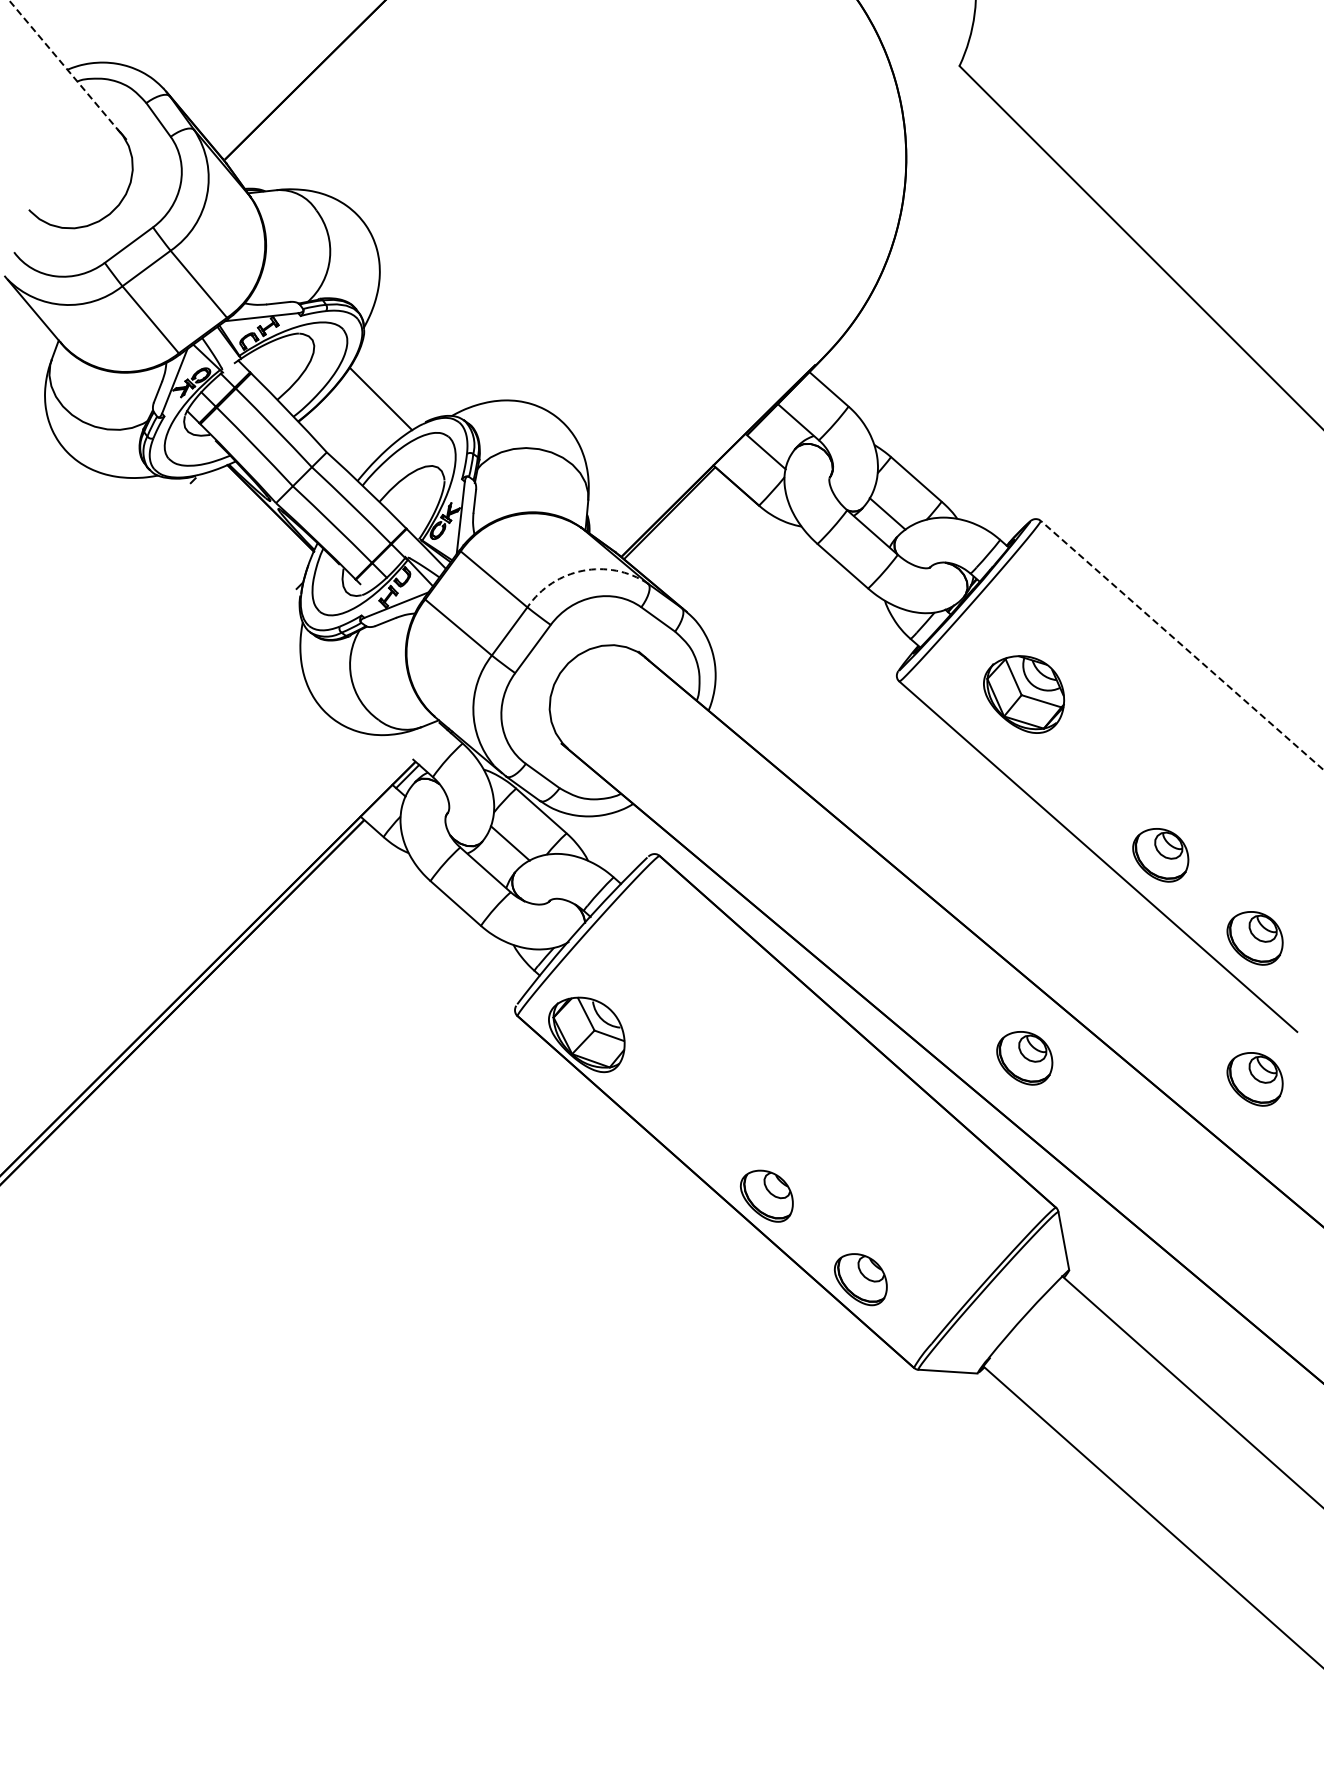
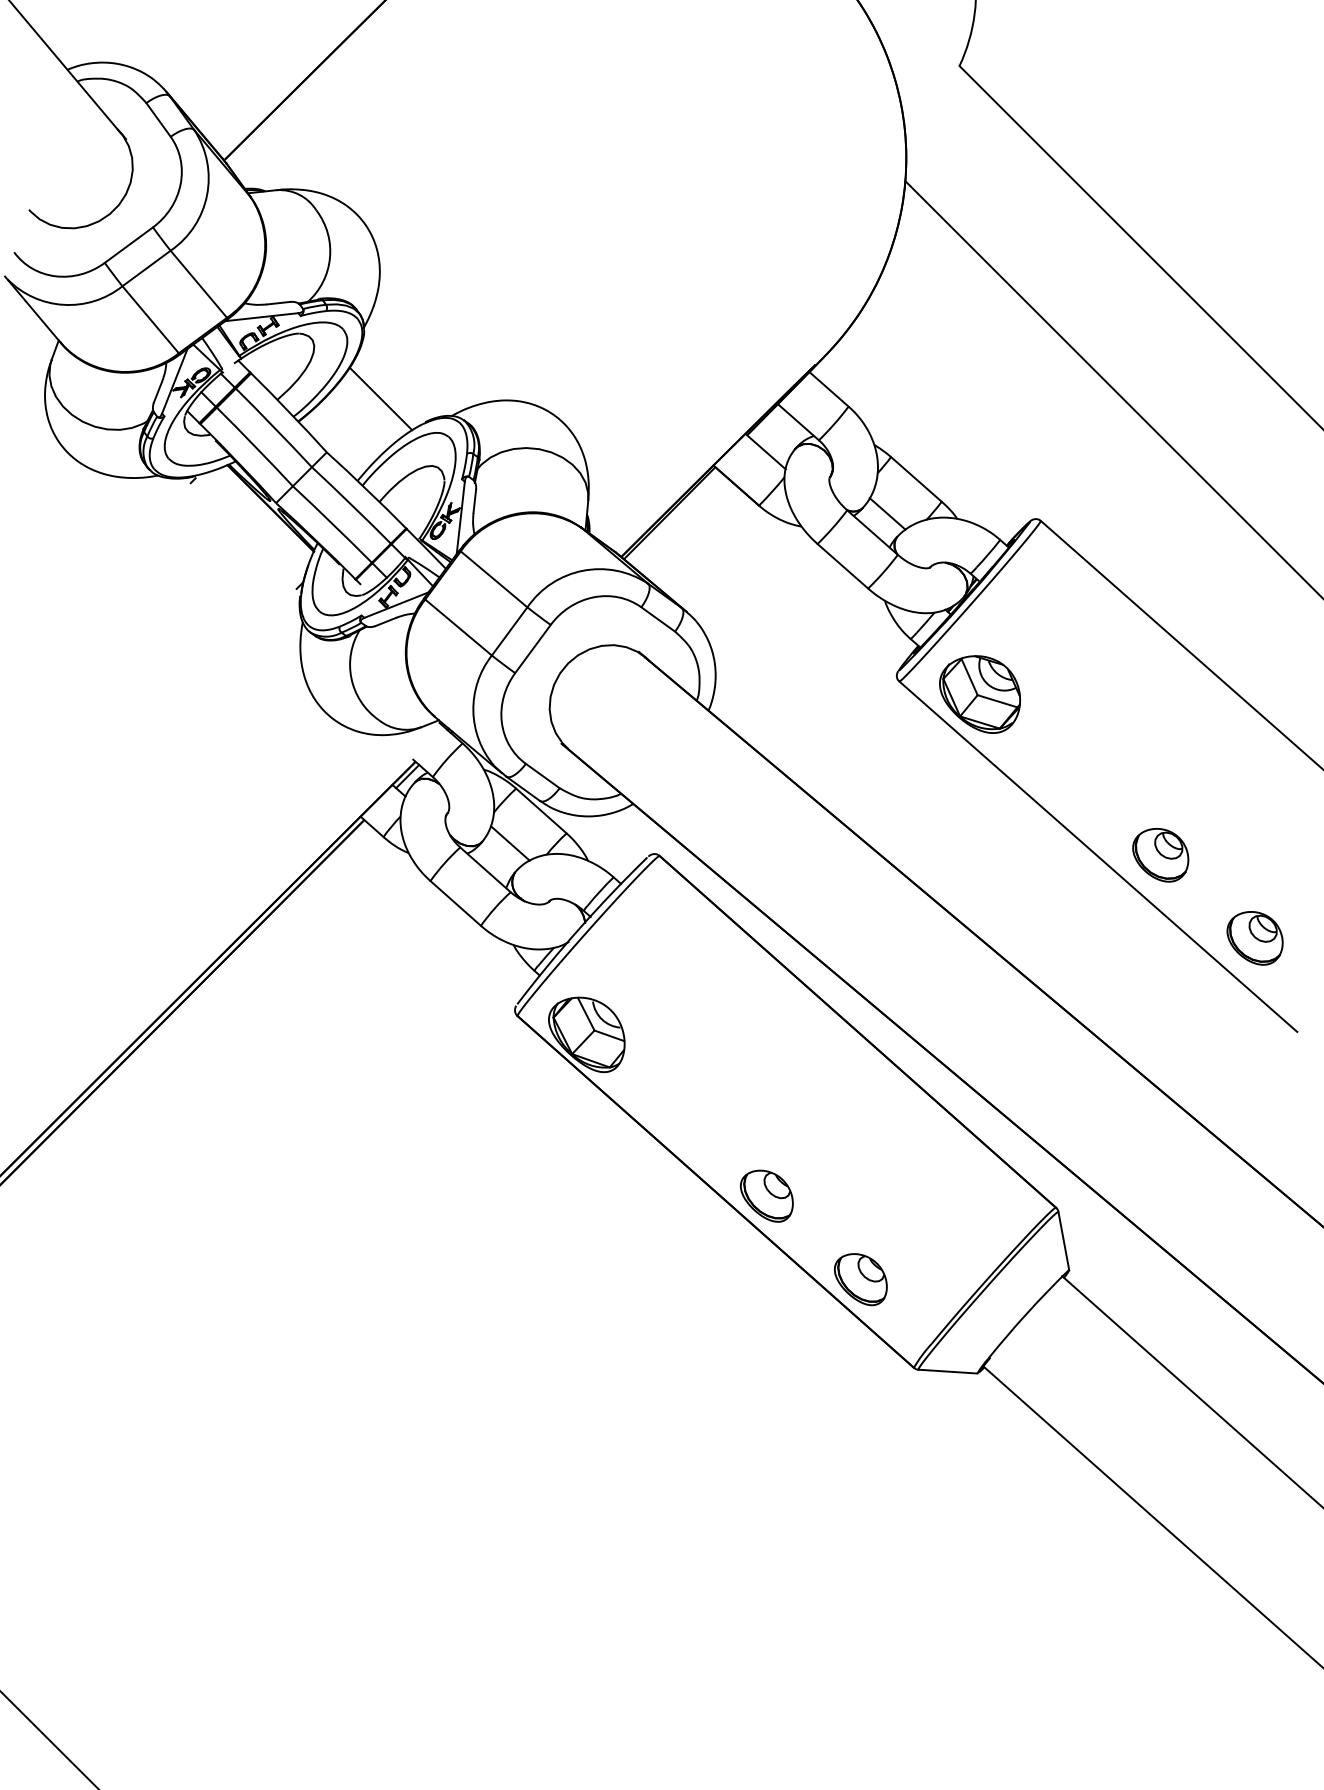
line at (64, 66): dashed -> solid
line at (1112, 388): none -> present
arc at (582, 570): dashed -> solid
line at (1181, 645): dashed -> solid
part at (1024, 694) position: (1024, 694) -> (980, 694)
part at (1024, 1058): present -> none
part at (1254, 1079): present -> none
line at (49, 1739): none -> present
